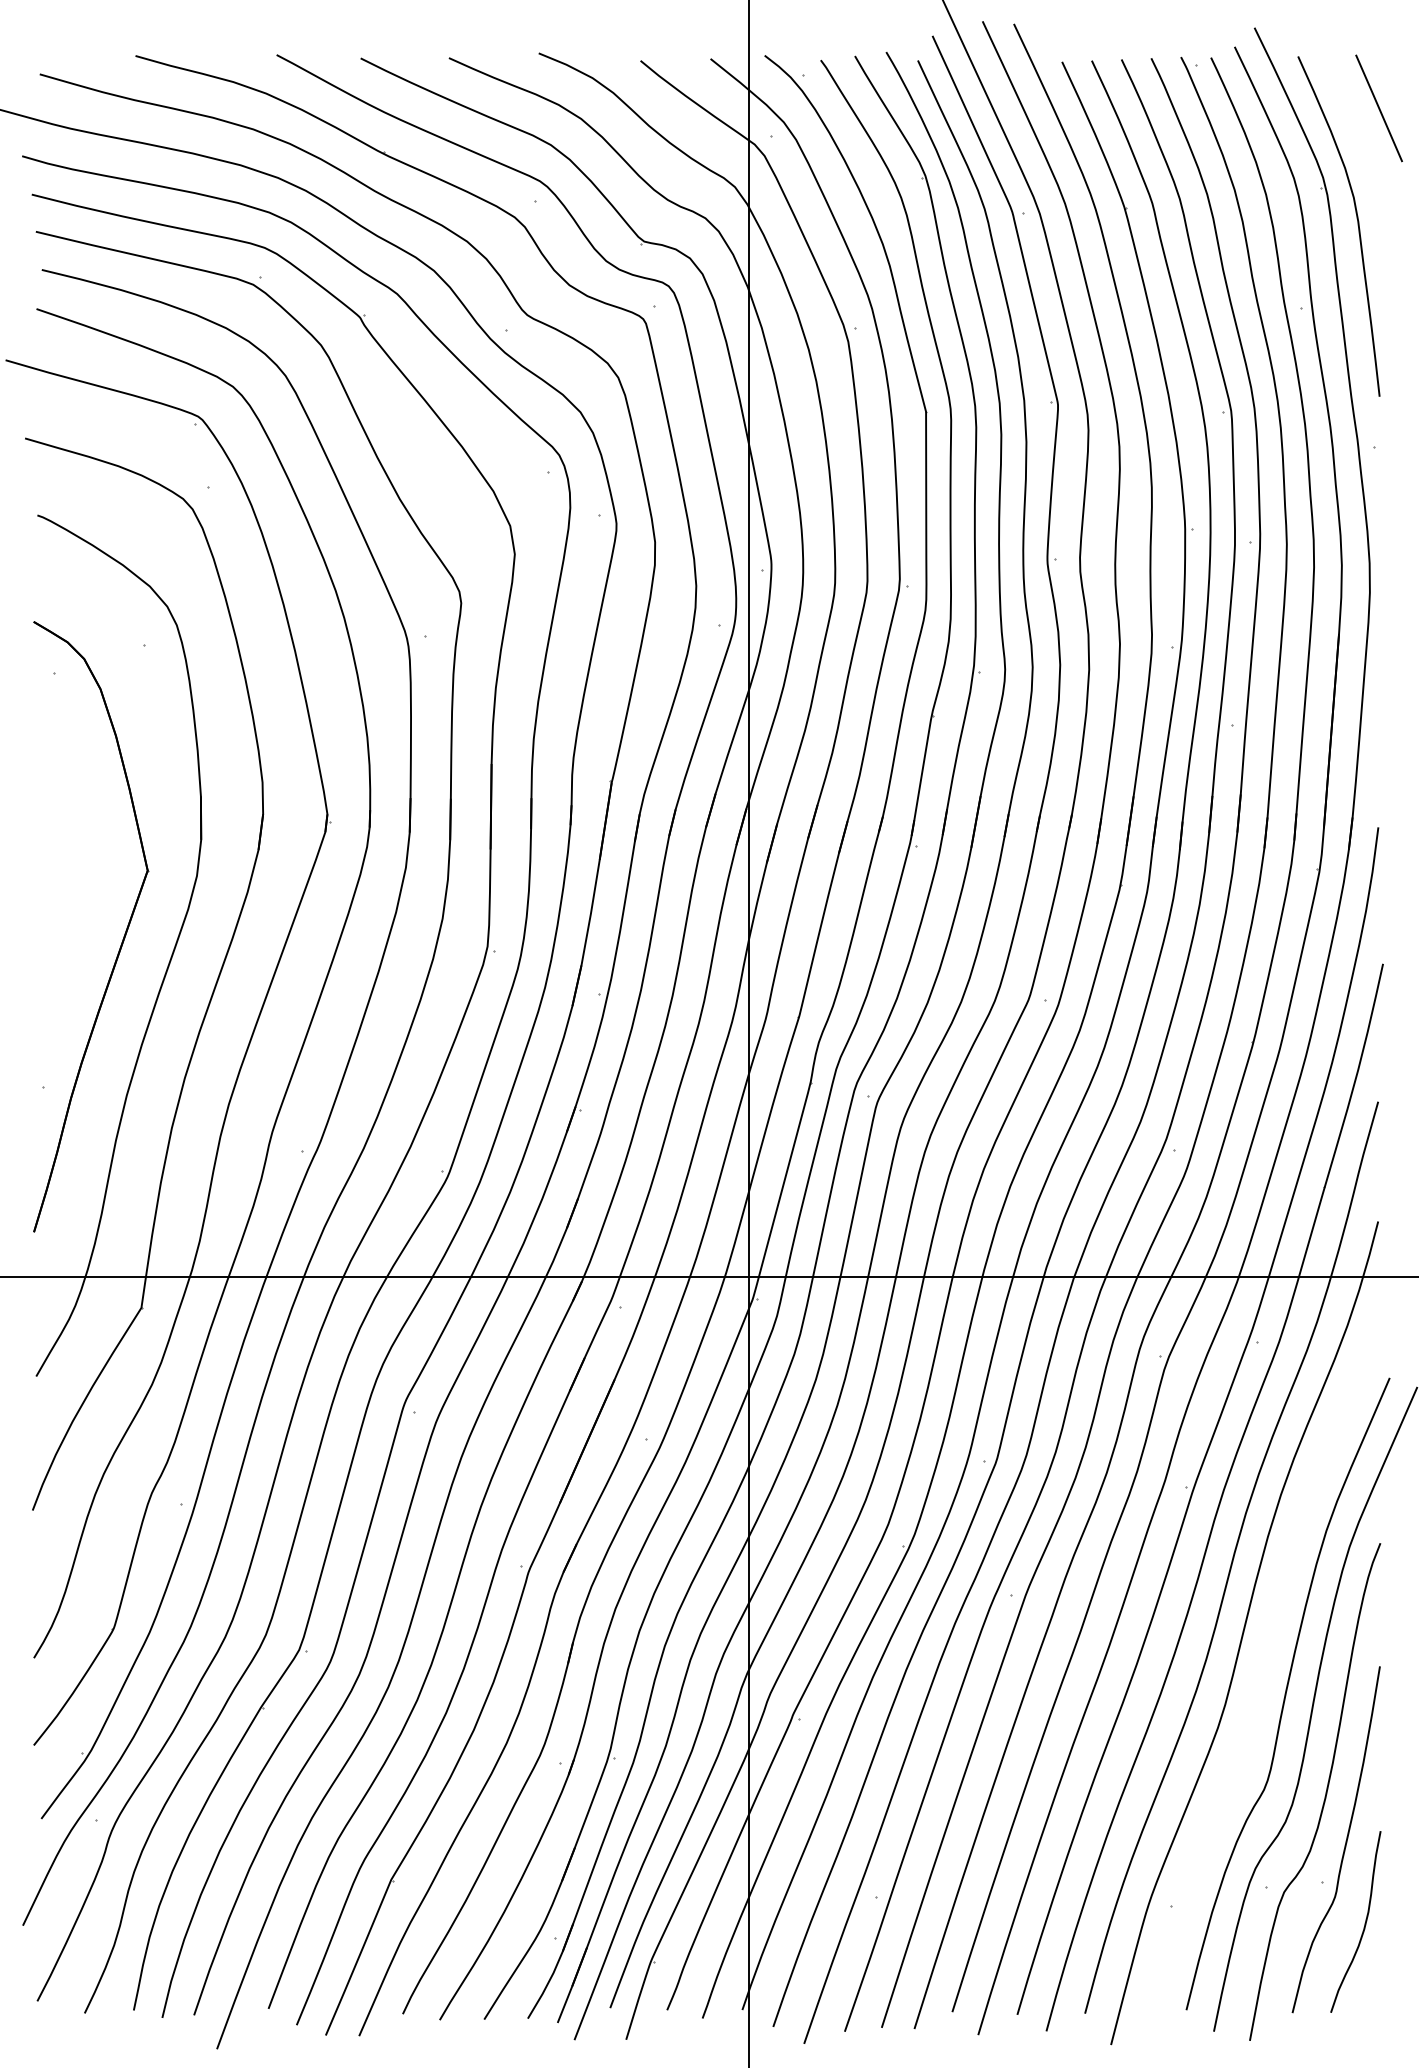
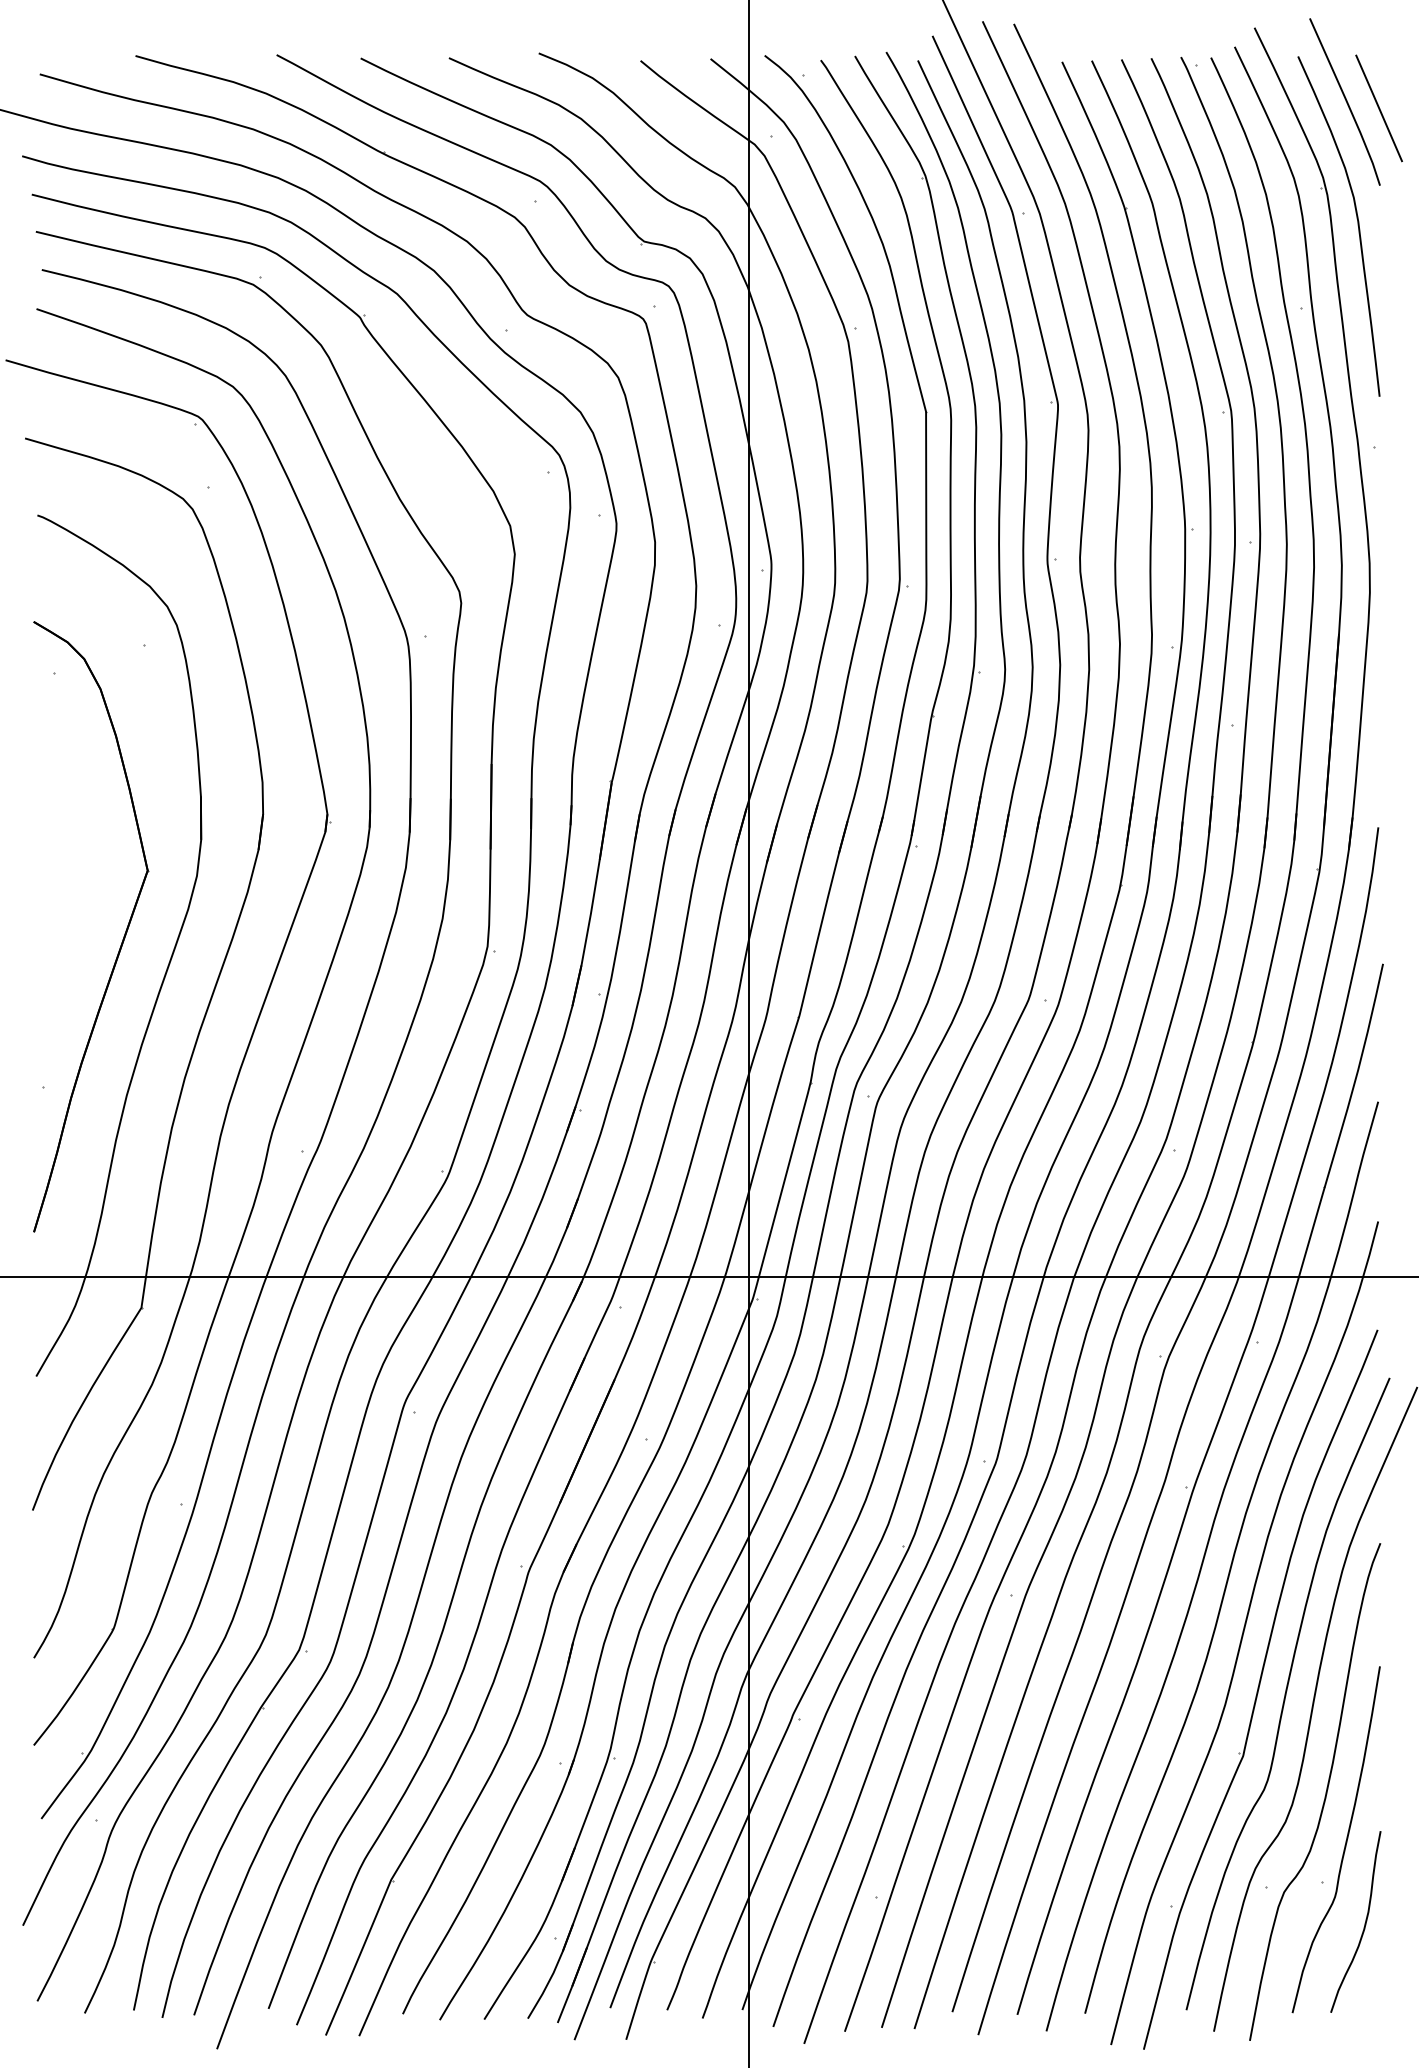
line at (1345, 101): none -> present
part at (1260, 1689): none -> present
